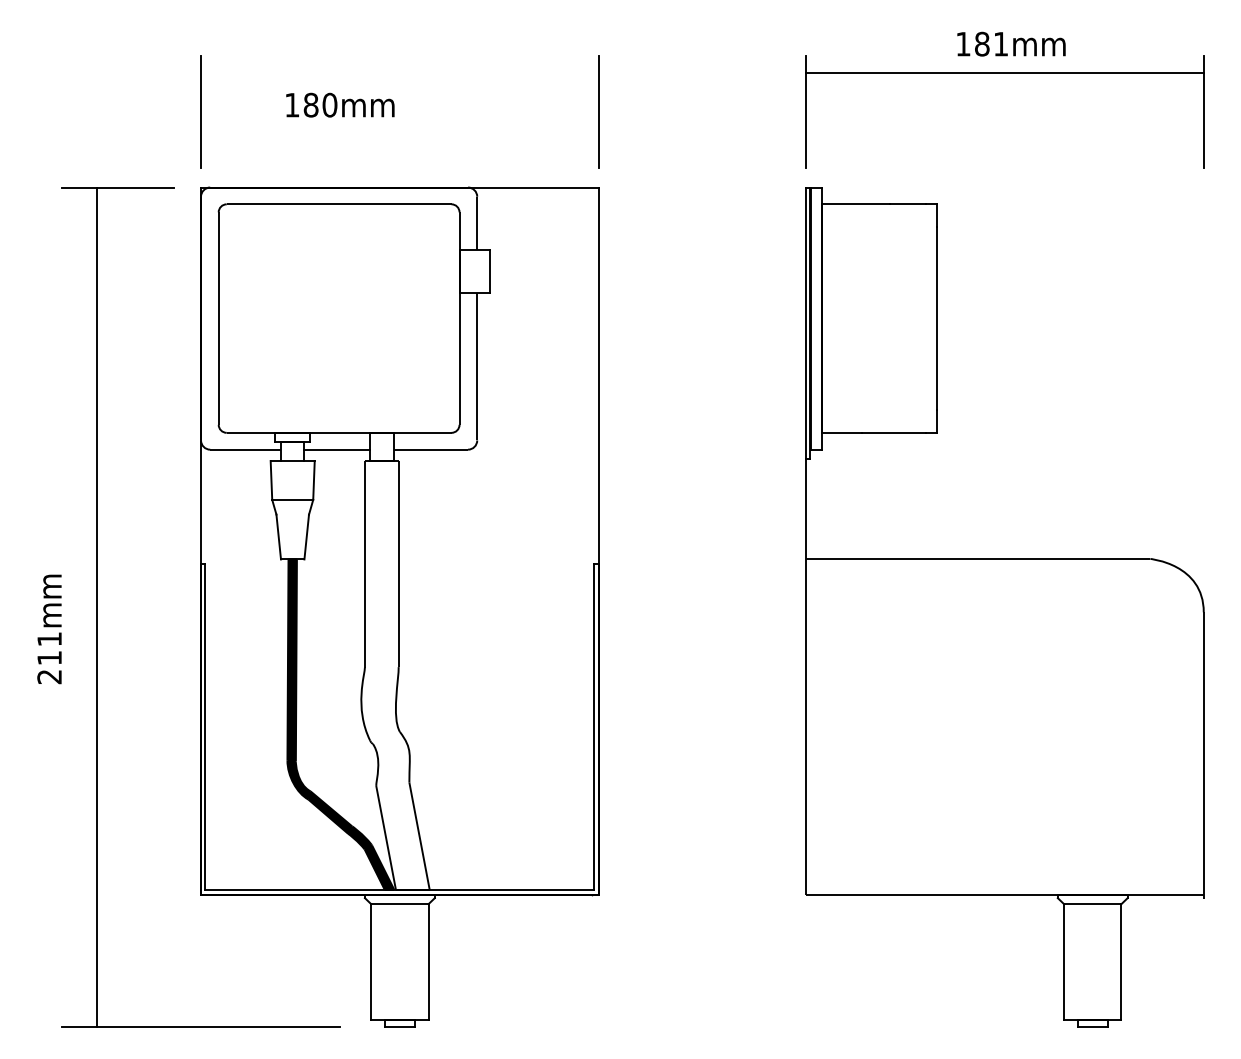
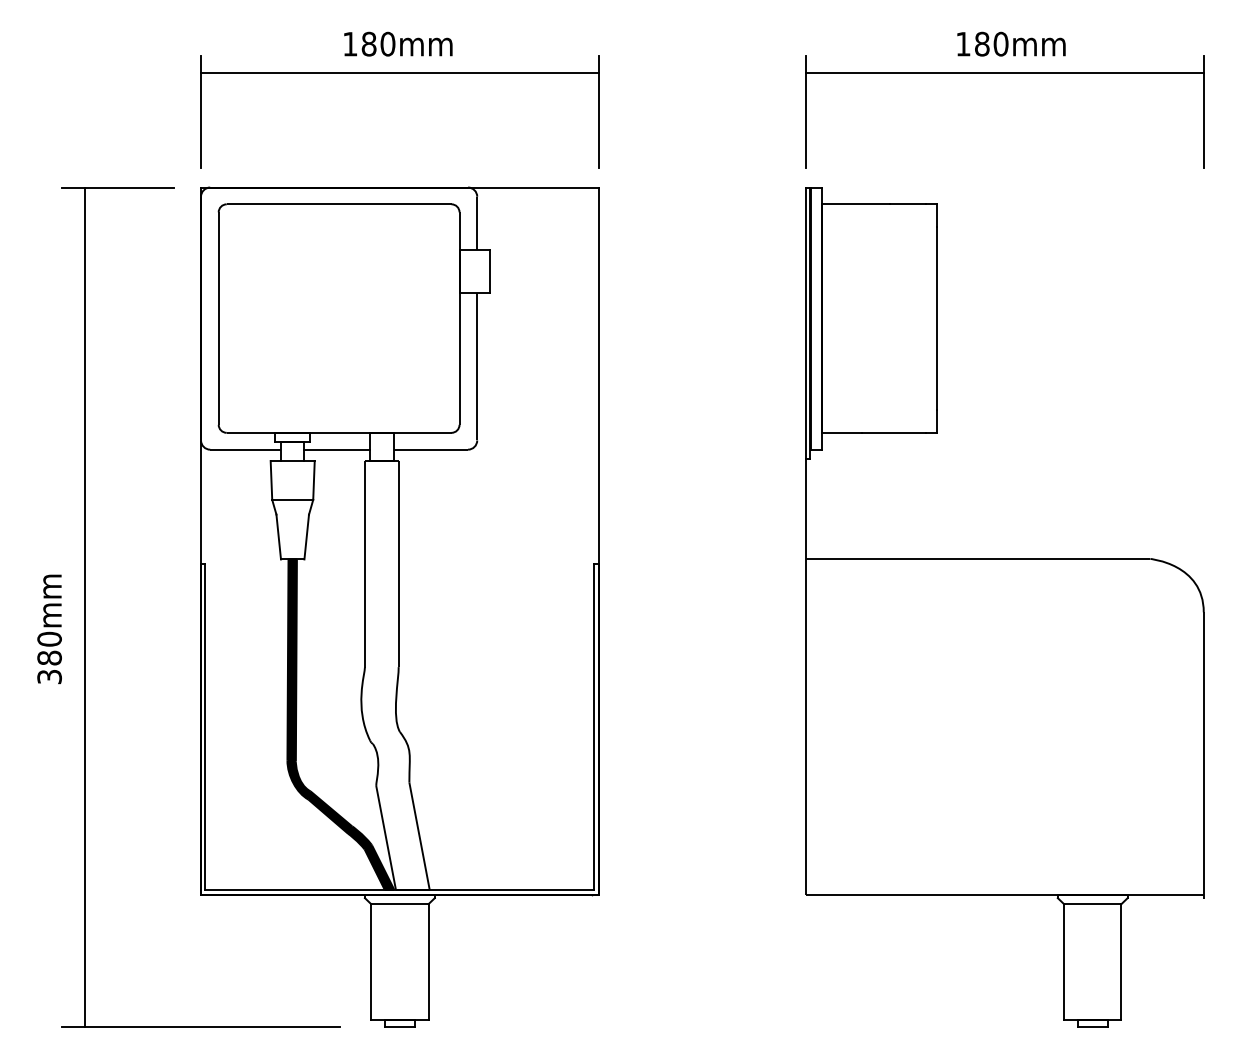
text at (1000, 43): 181mm -> 180mm
line at (399, 72): none -> present
text at (340, 104) position: (340, 104) -> (398, 43)
line at (97, 607) position: (97, 607) -> (85, 607)
text at (49, 657): 211mm -> 380mm
